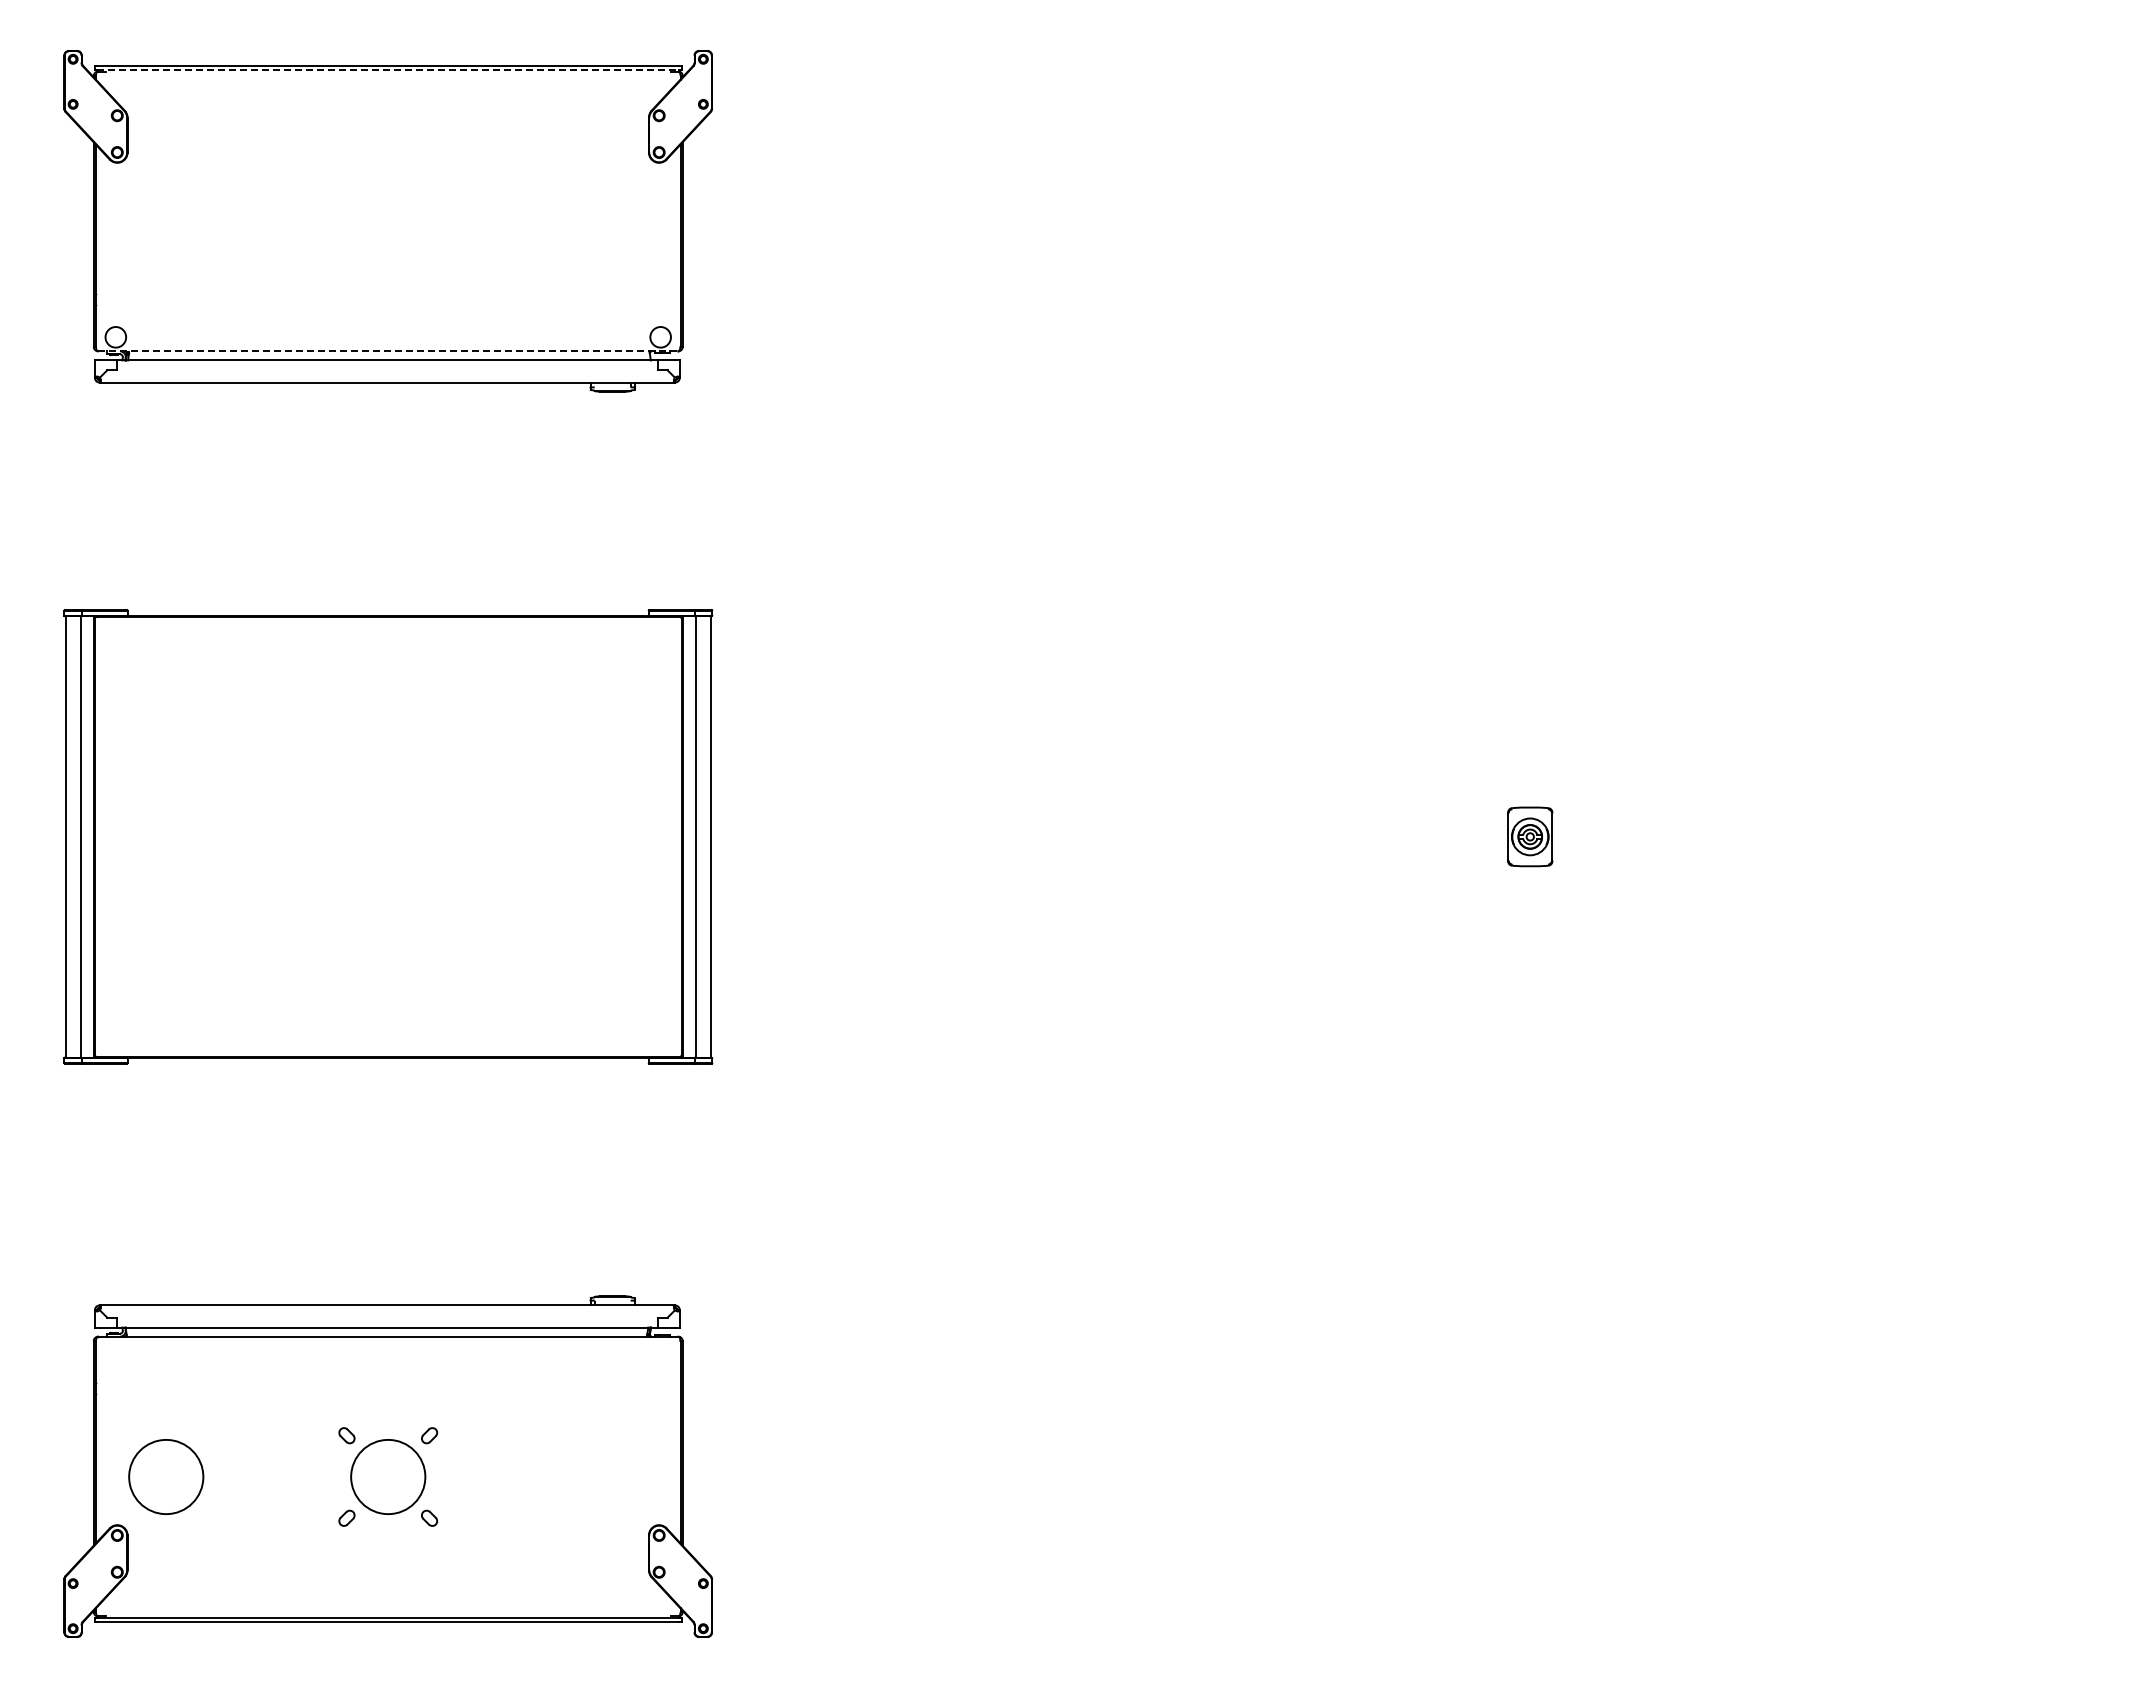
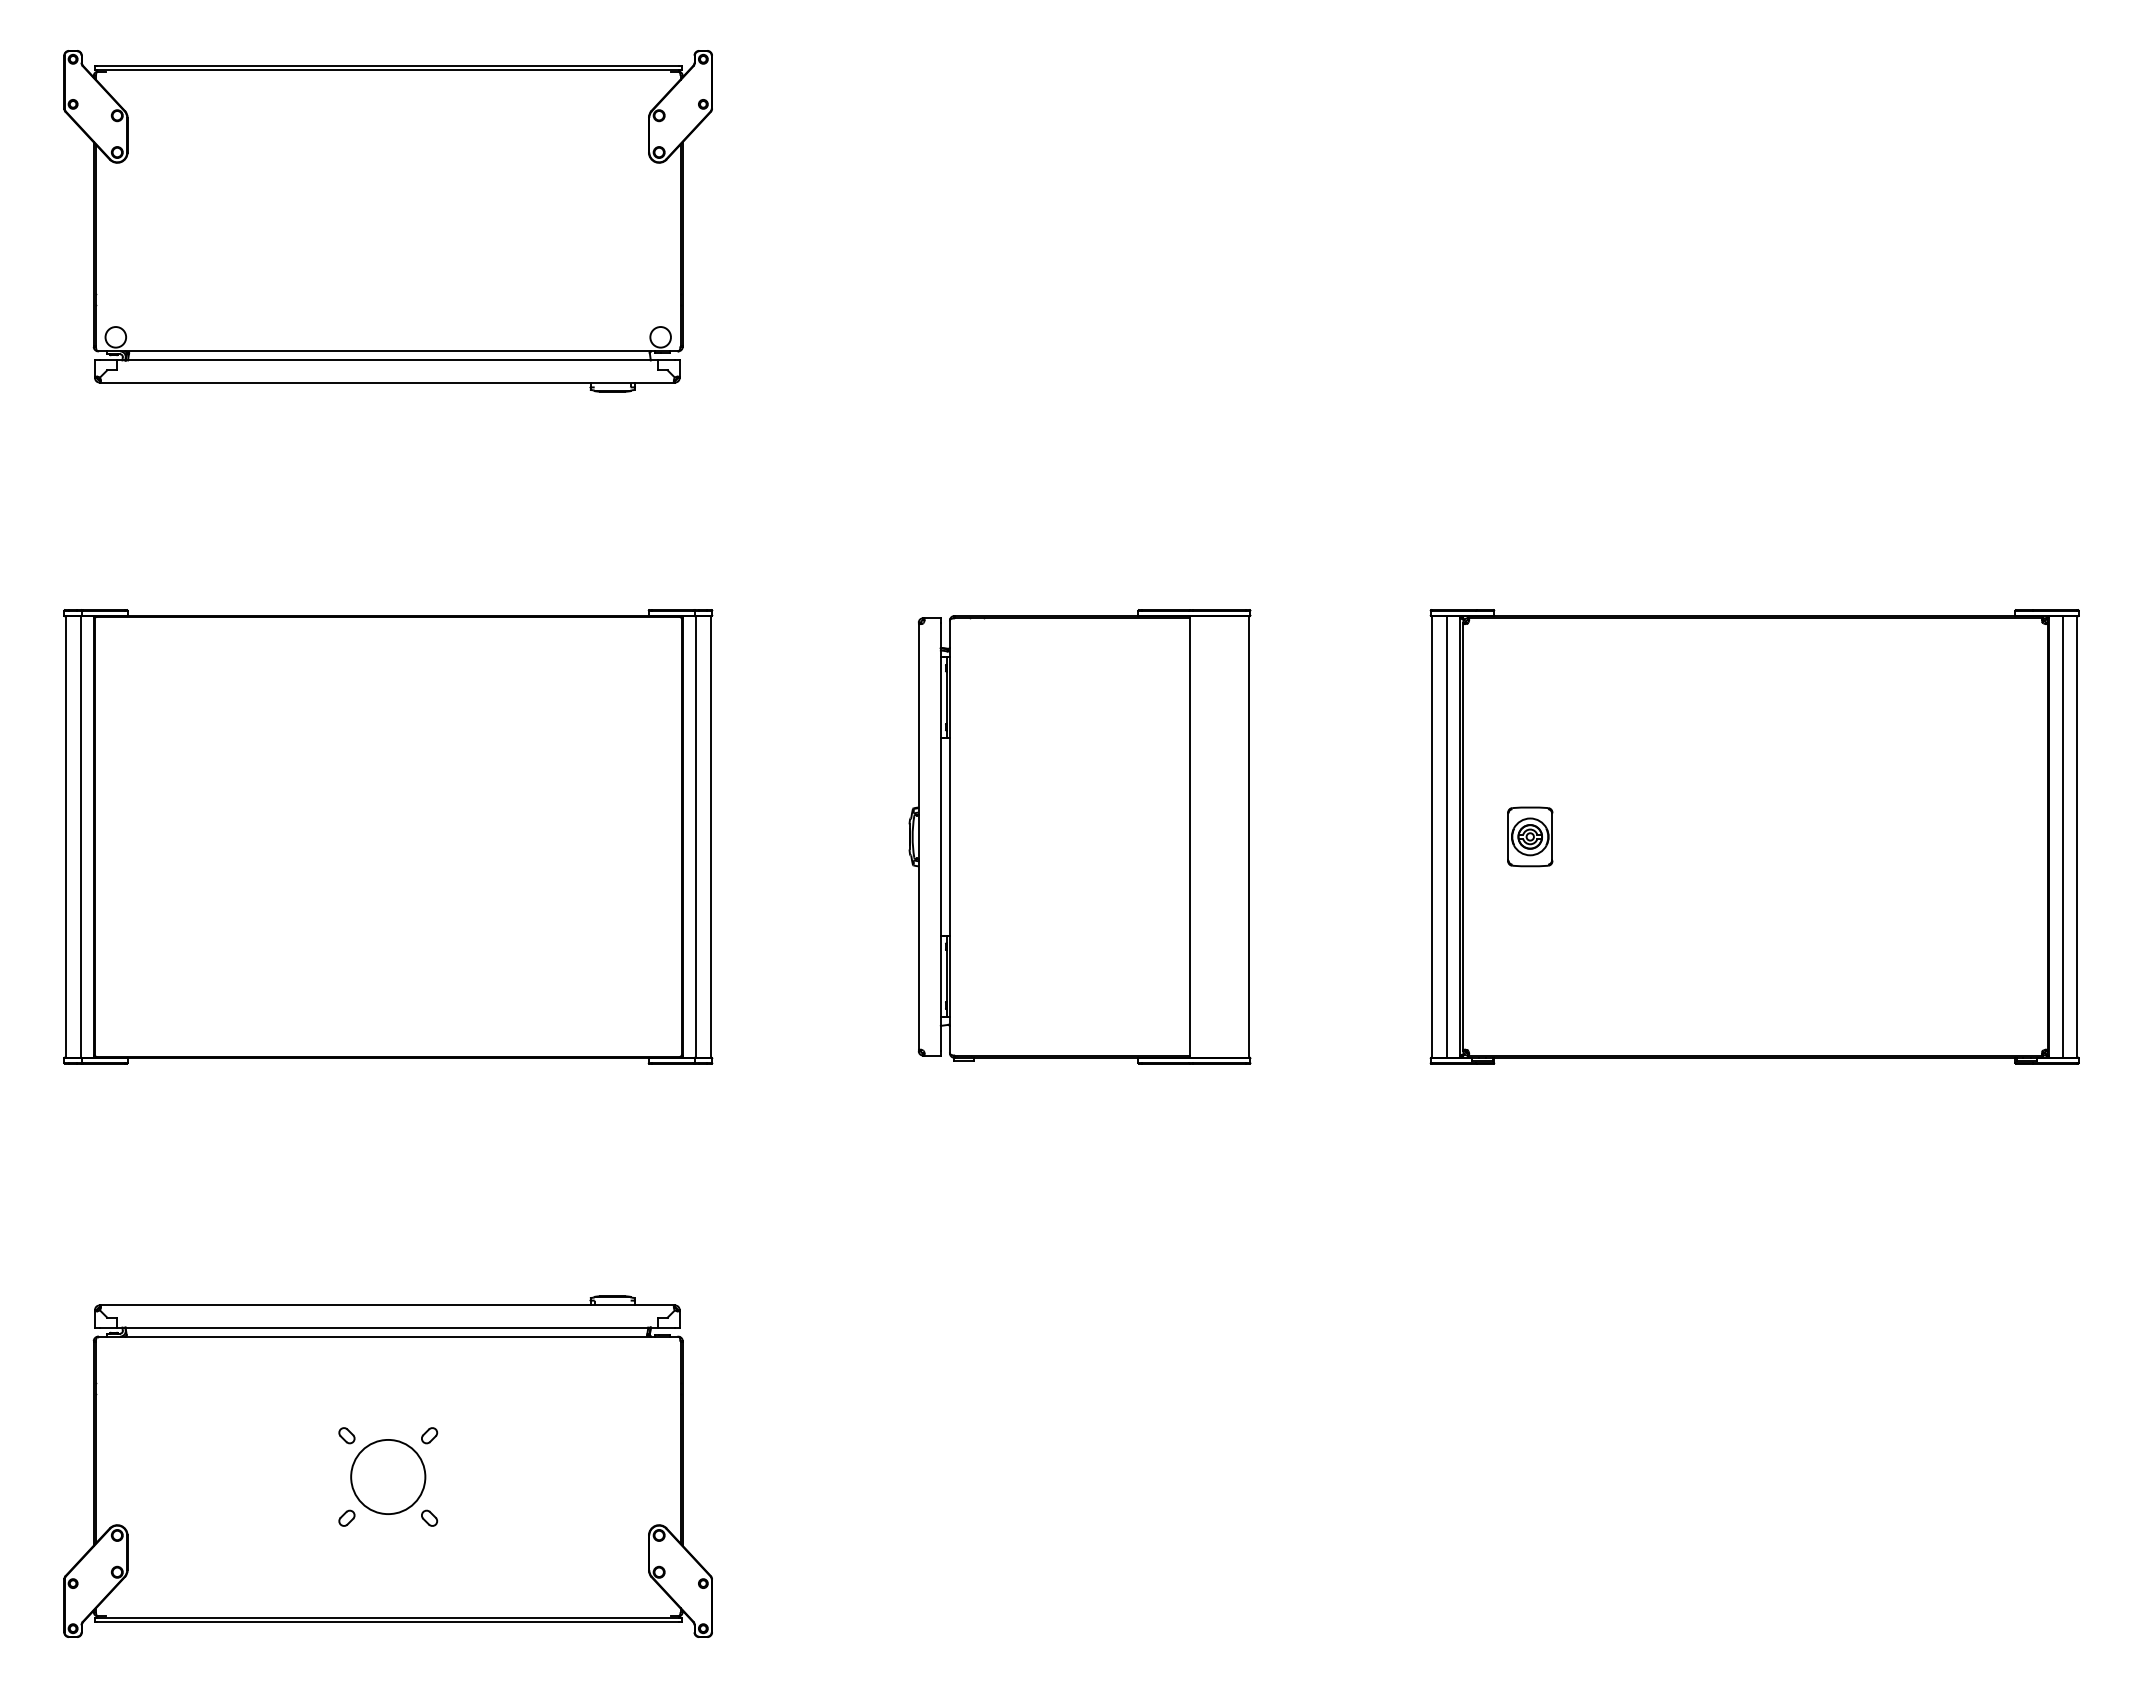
line at (388, 70): dashed -> solid
line at (388, 351): dashed -> solid
part at (1079, 836): none -> present
part at (1754, 836): none -> present
circle at (166, 1476): present -> none
